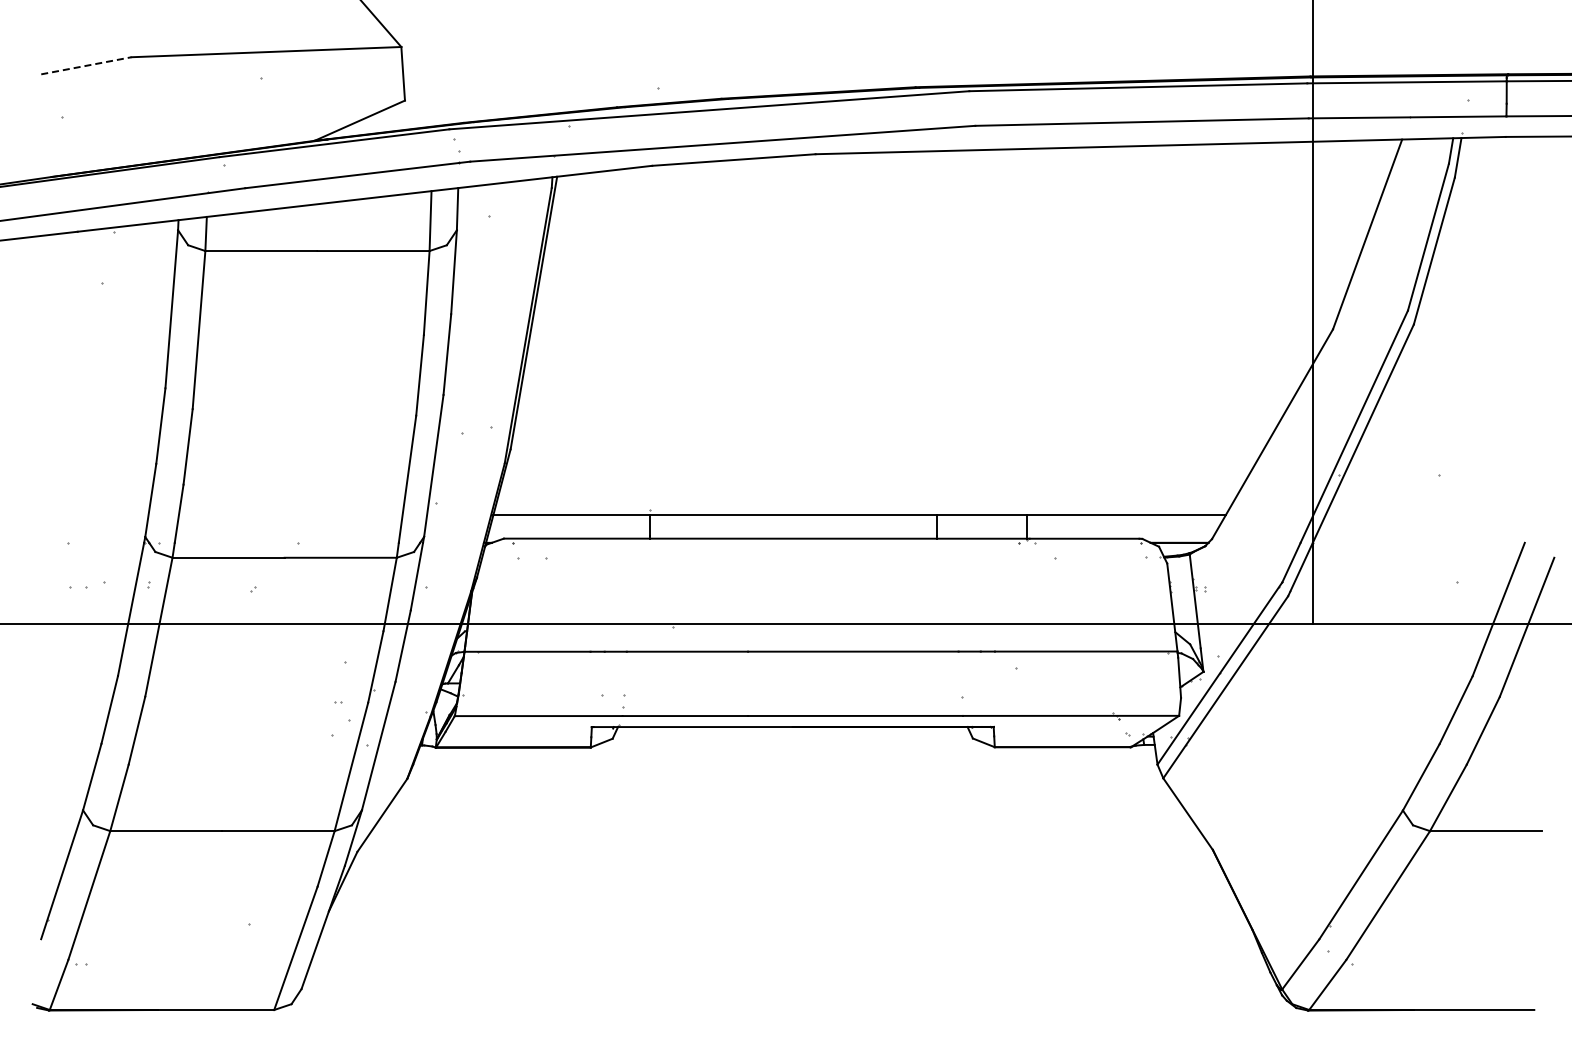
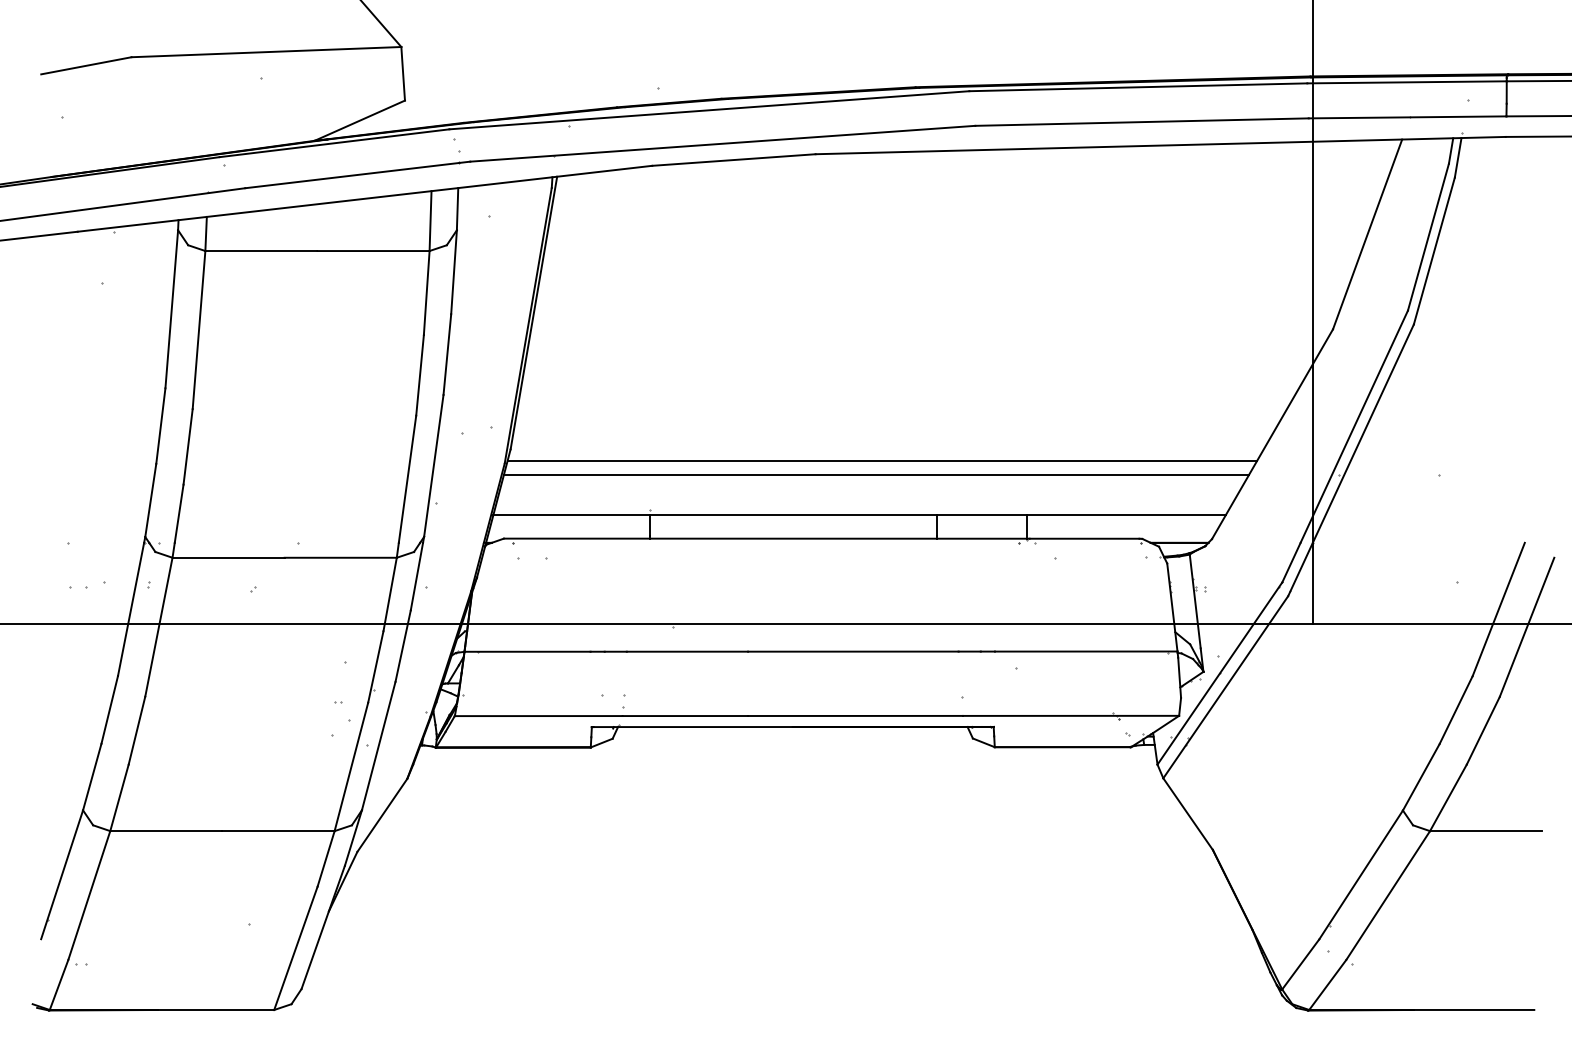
line at (86, 65): dashed -> solid
line at (882, 460): none -> present
line at (876, 474): none -> present
